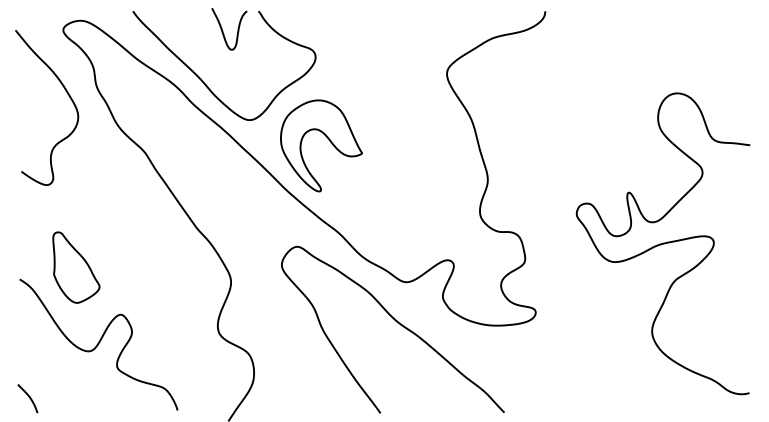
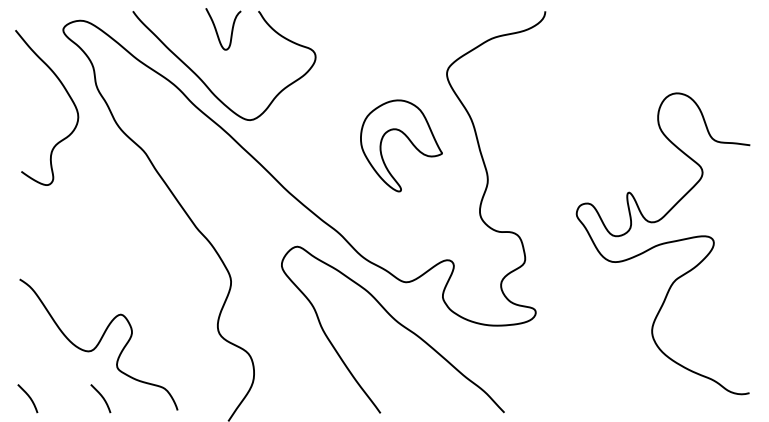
curve at (223, 31) position: (223, 31) -> (217, 31)
part at (328, 140) position: (328, 140) -> (408, 140)
part at (76, 267): present -> none
curve at (101, 397): none -> present
